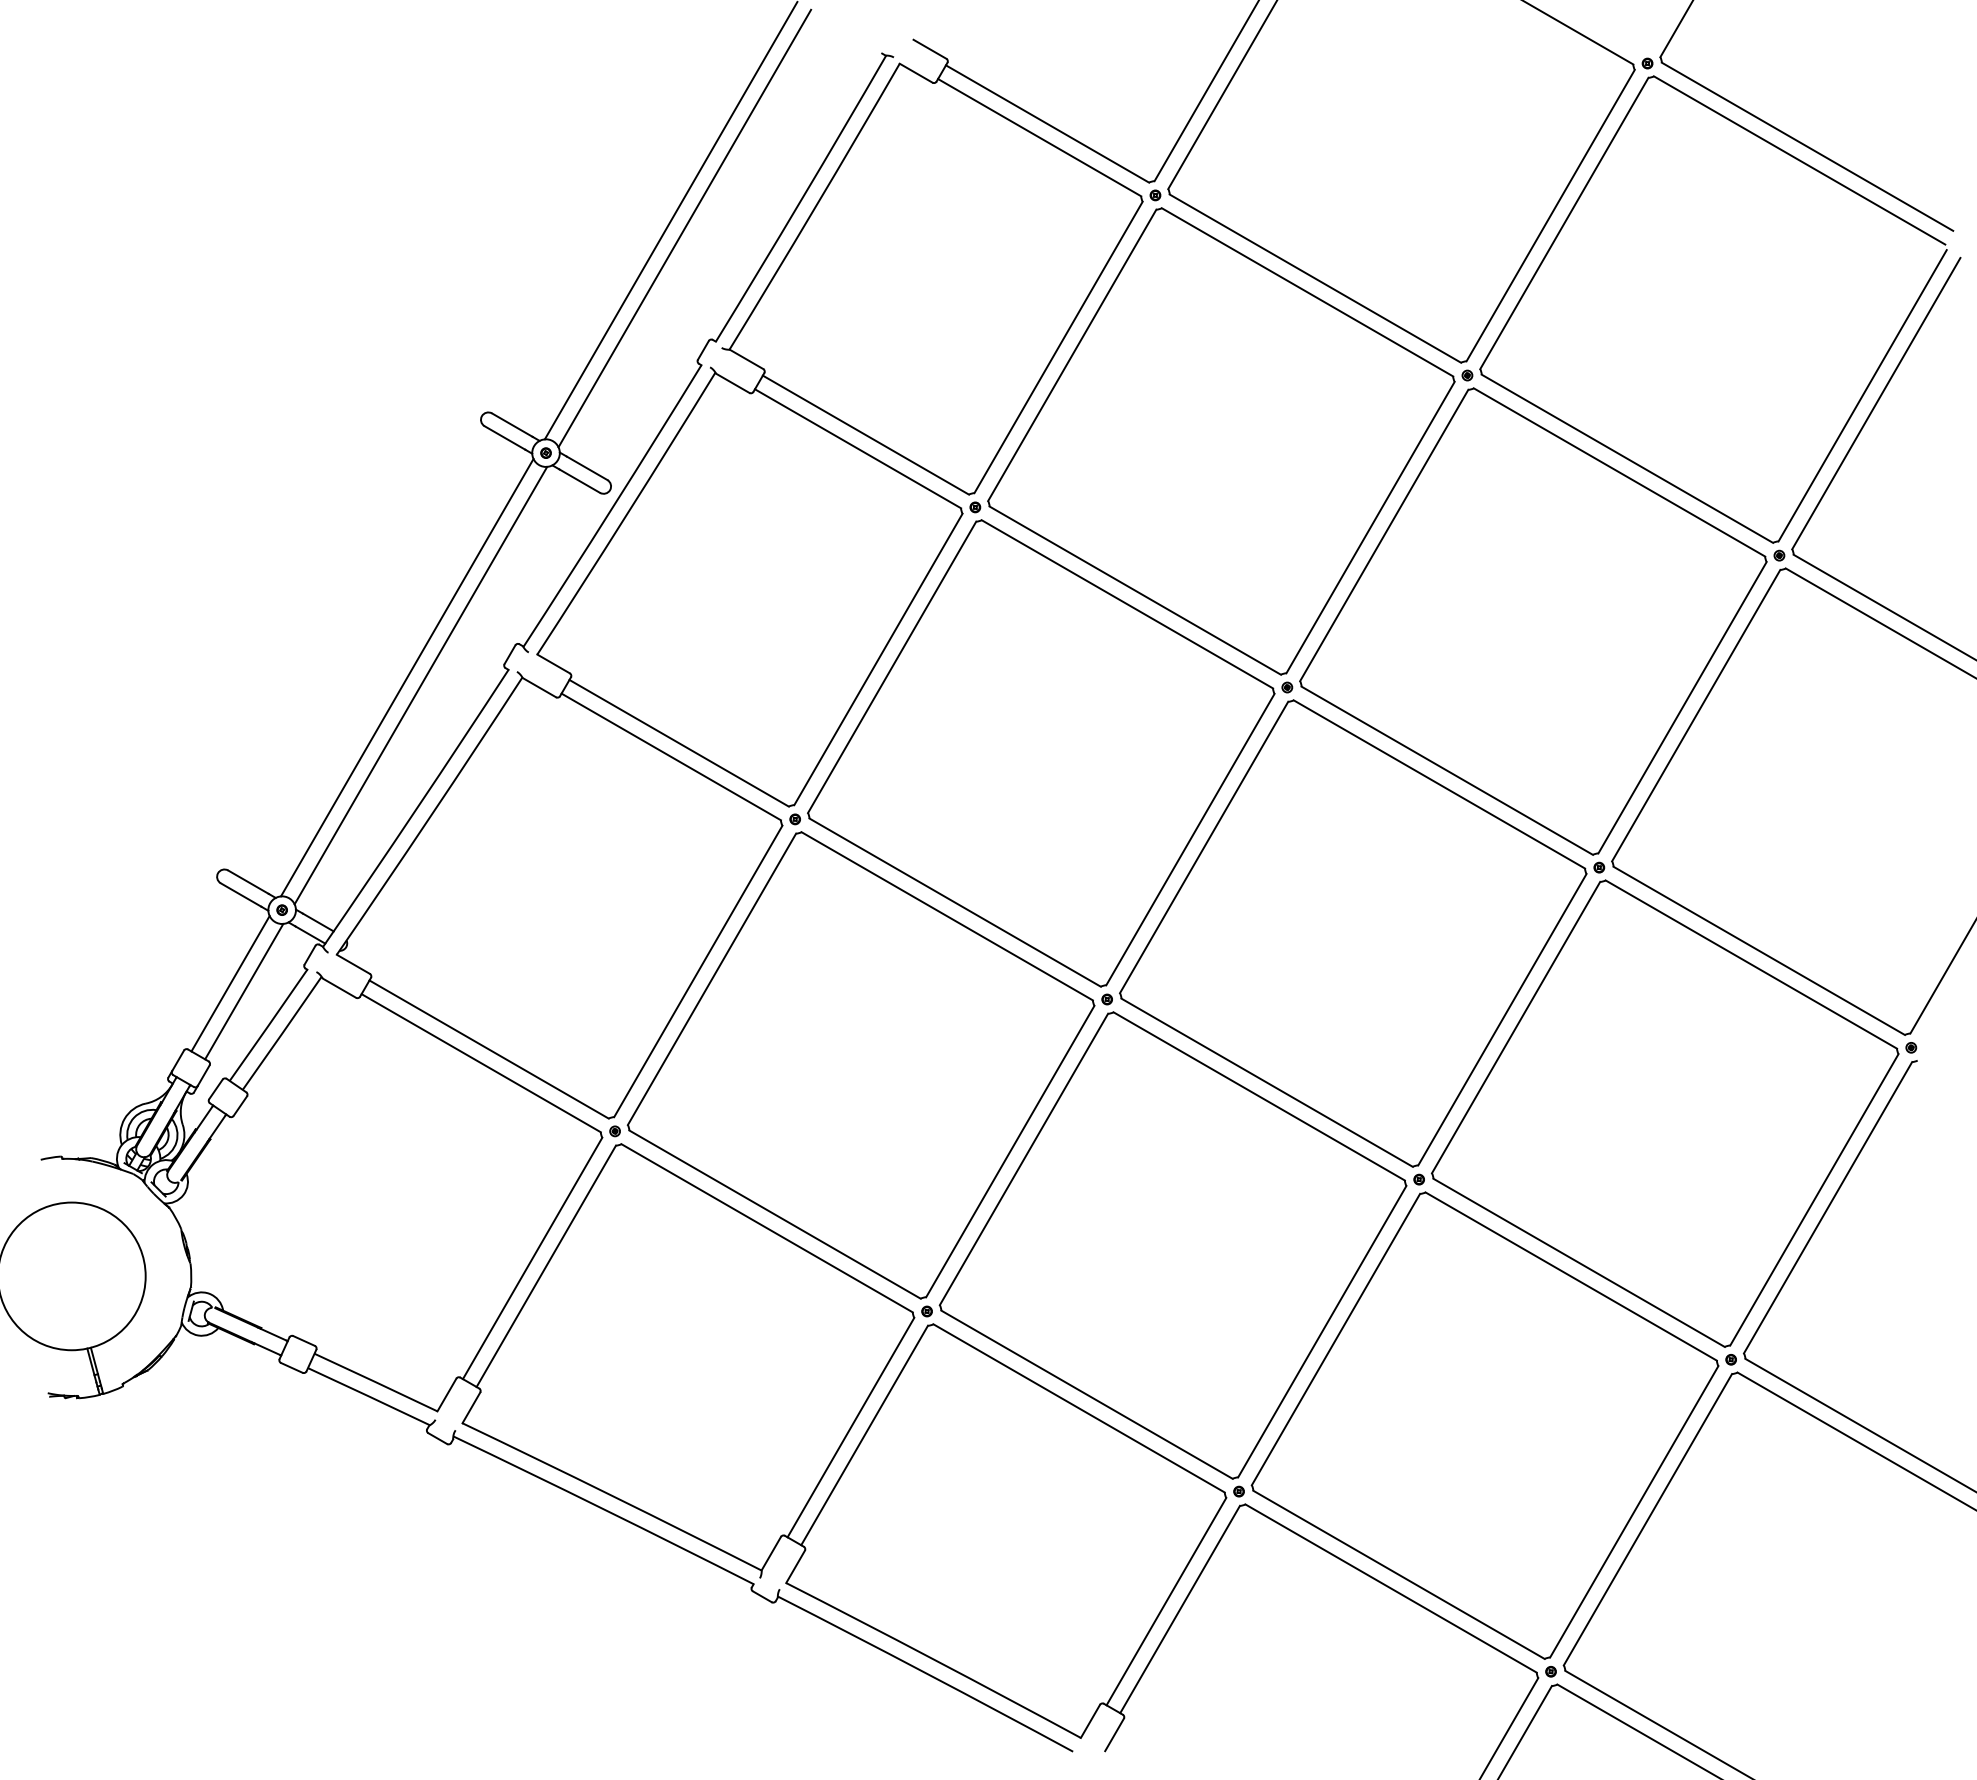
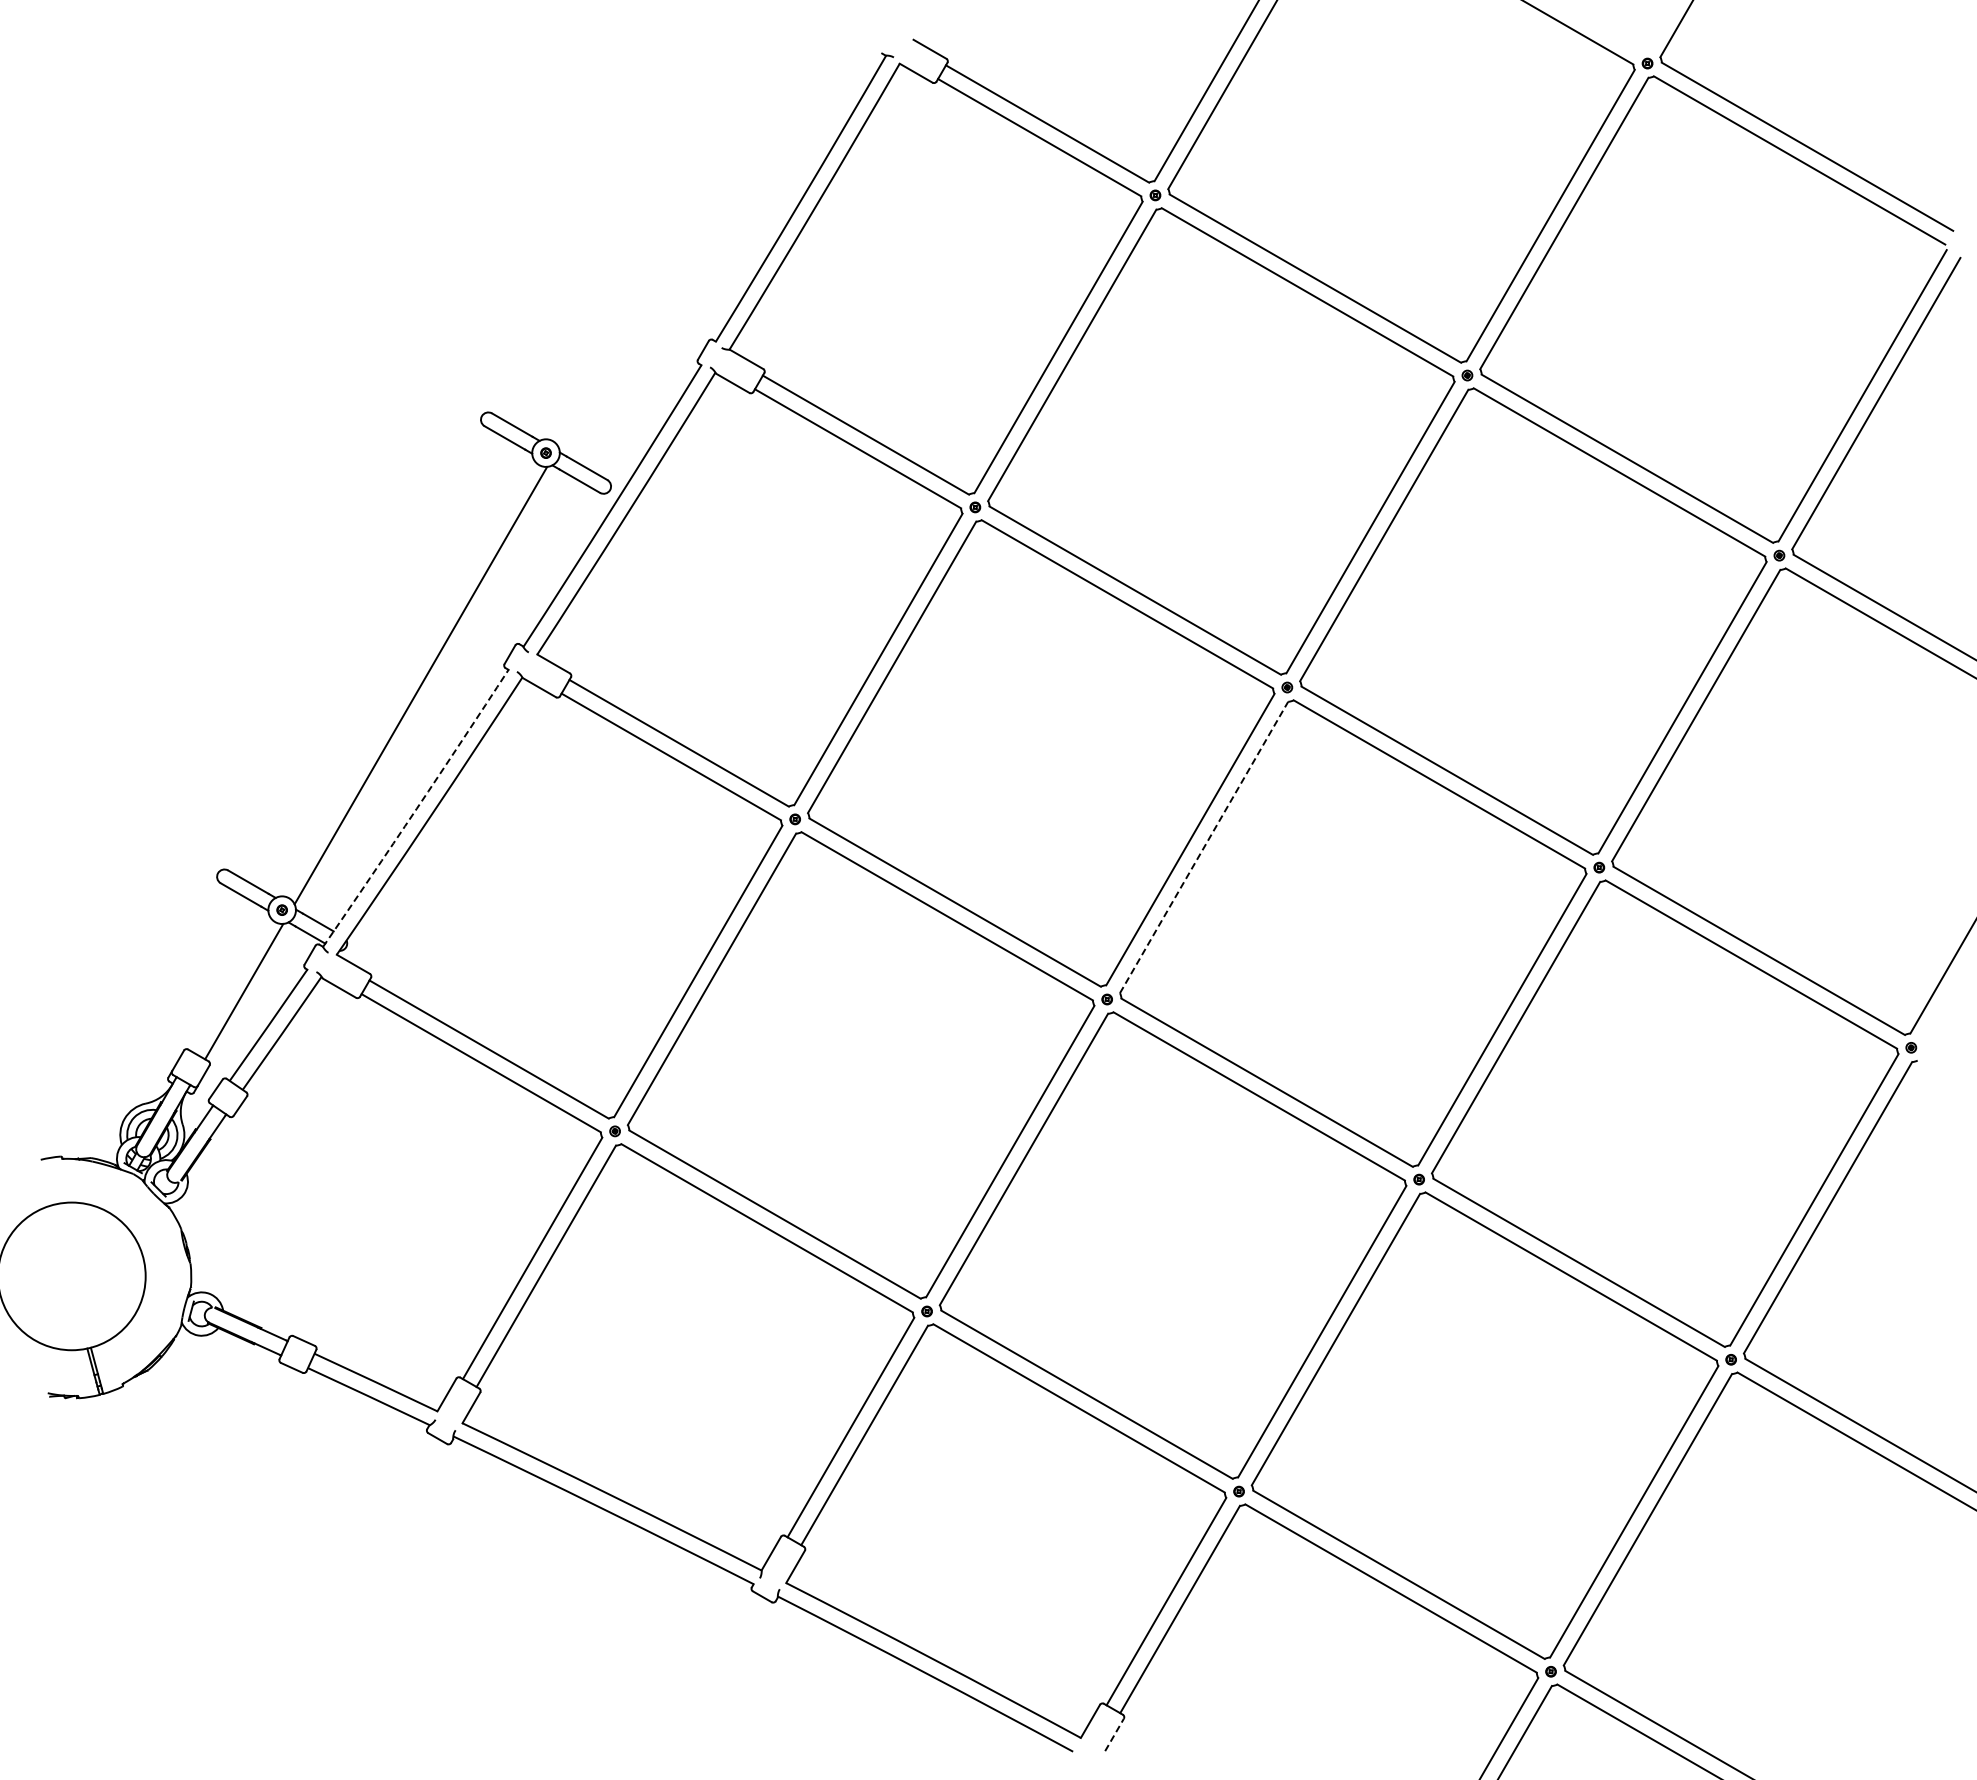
line at (670, 220): present -> none
line at (684, 228): present -> none
line at (407, 677): present -> none
arc at (416, 808): solid -> dashed
line at (1204, 847): solid -> dashed
line at (230, 983): present -> none
line at (1114, 1734): solid -> dashed
